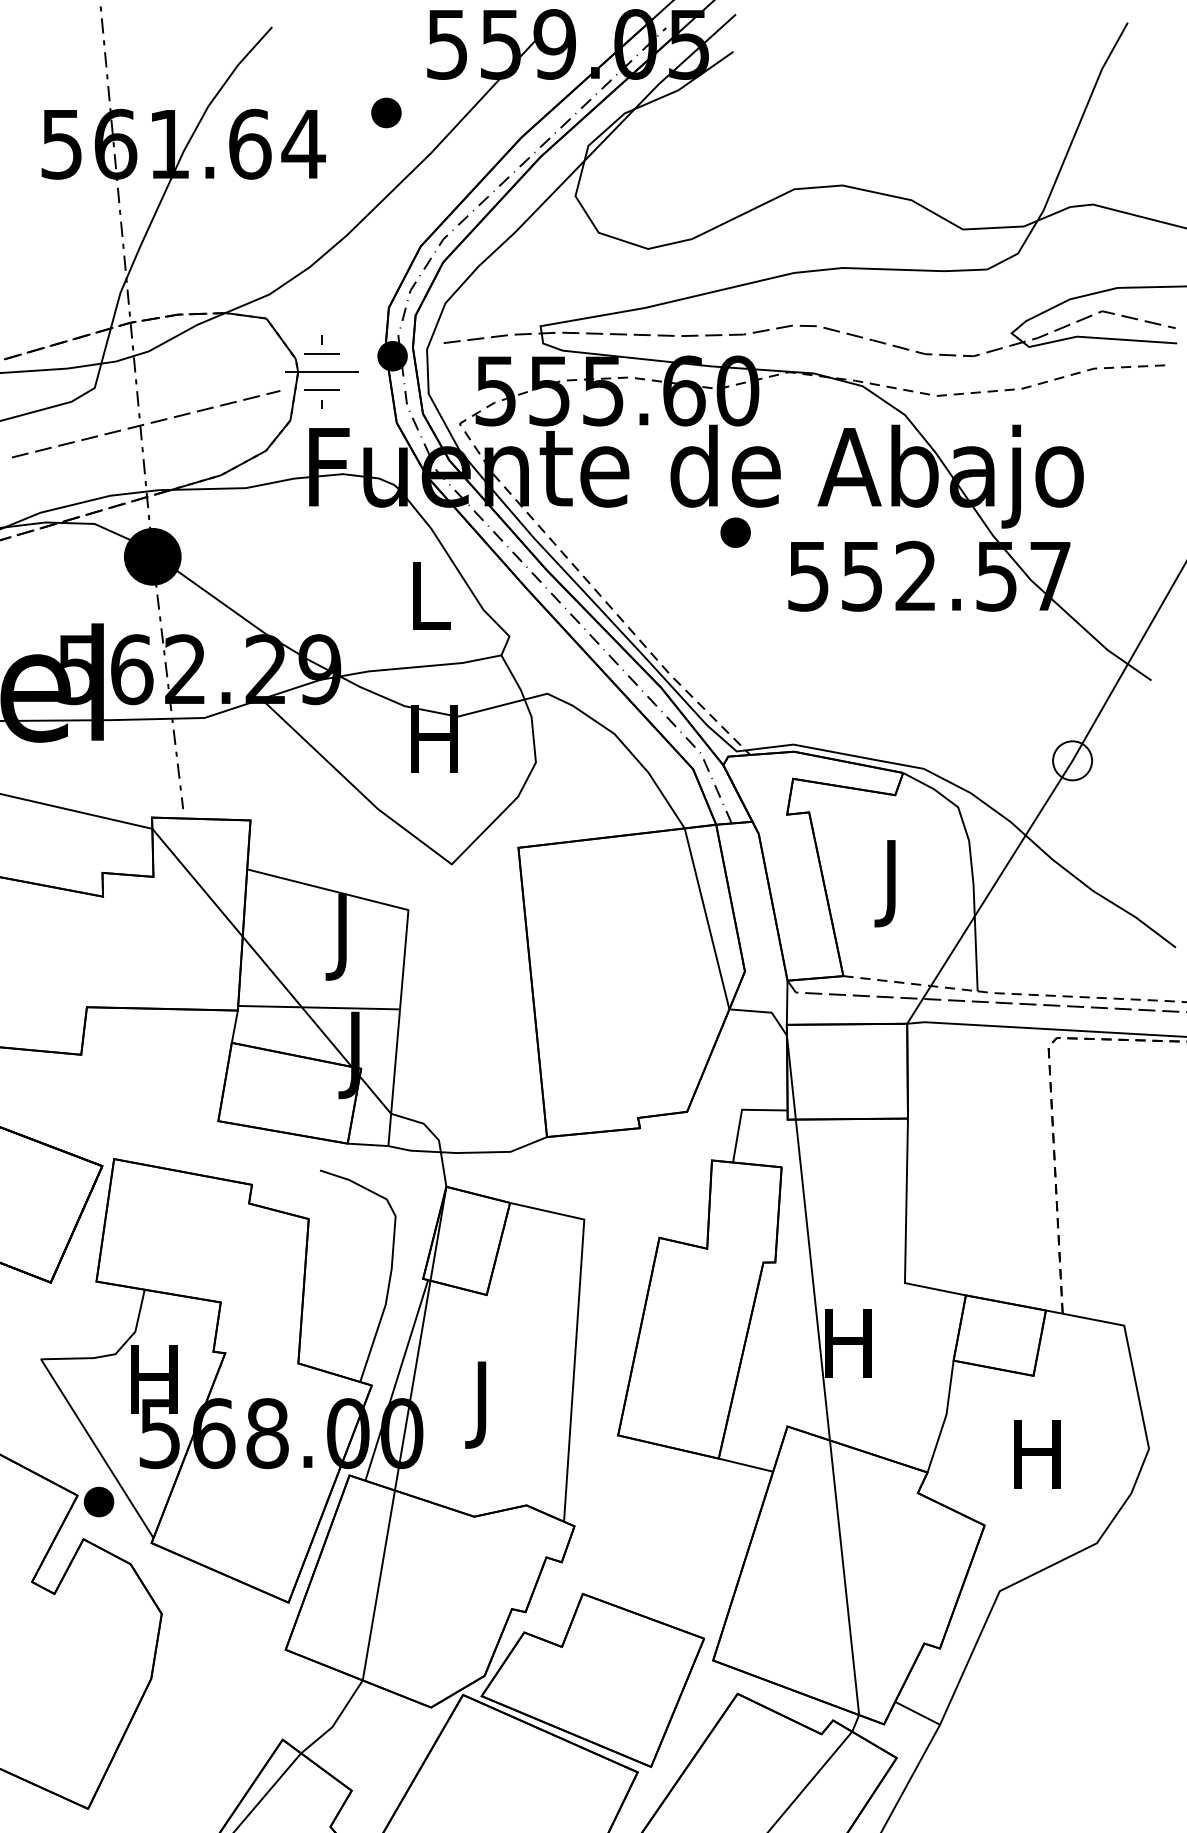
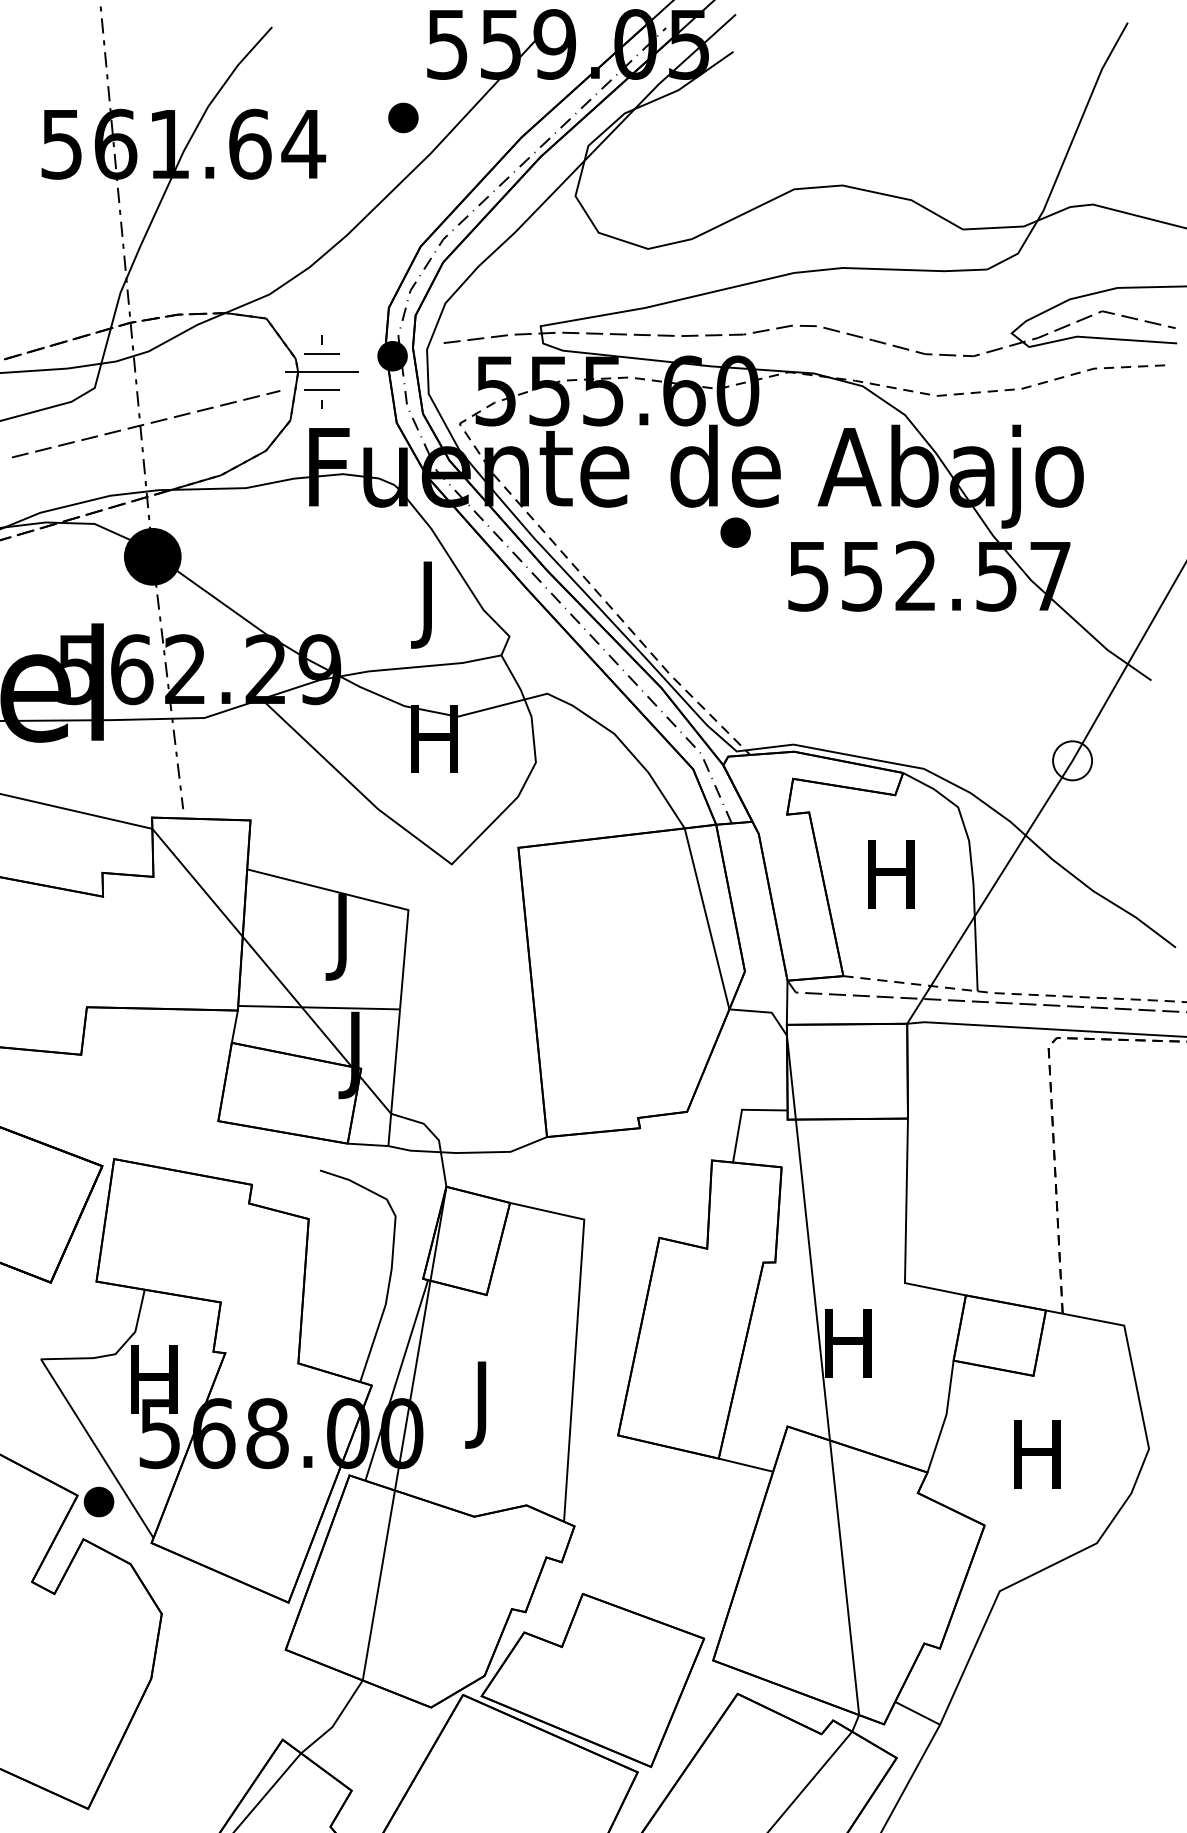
part at (386, 112) position: (386, 112) -> (403, 117)
text at (430, 604): L -> J
text at (891, 883): J -> H
